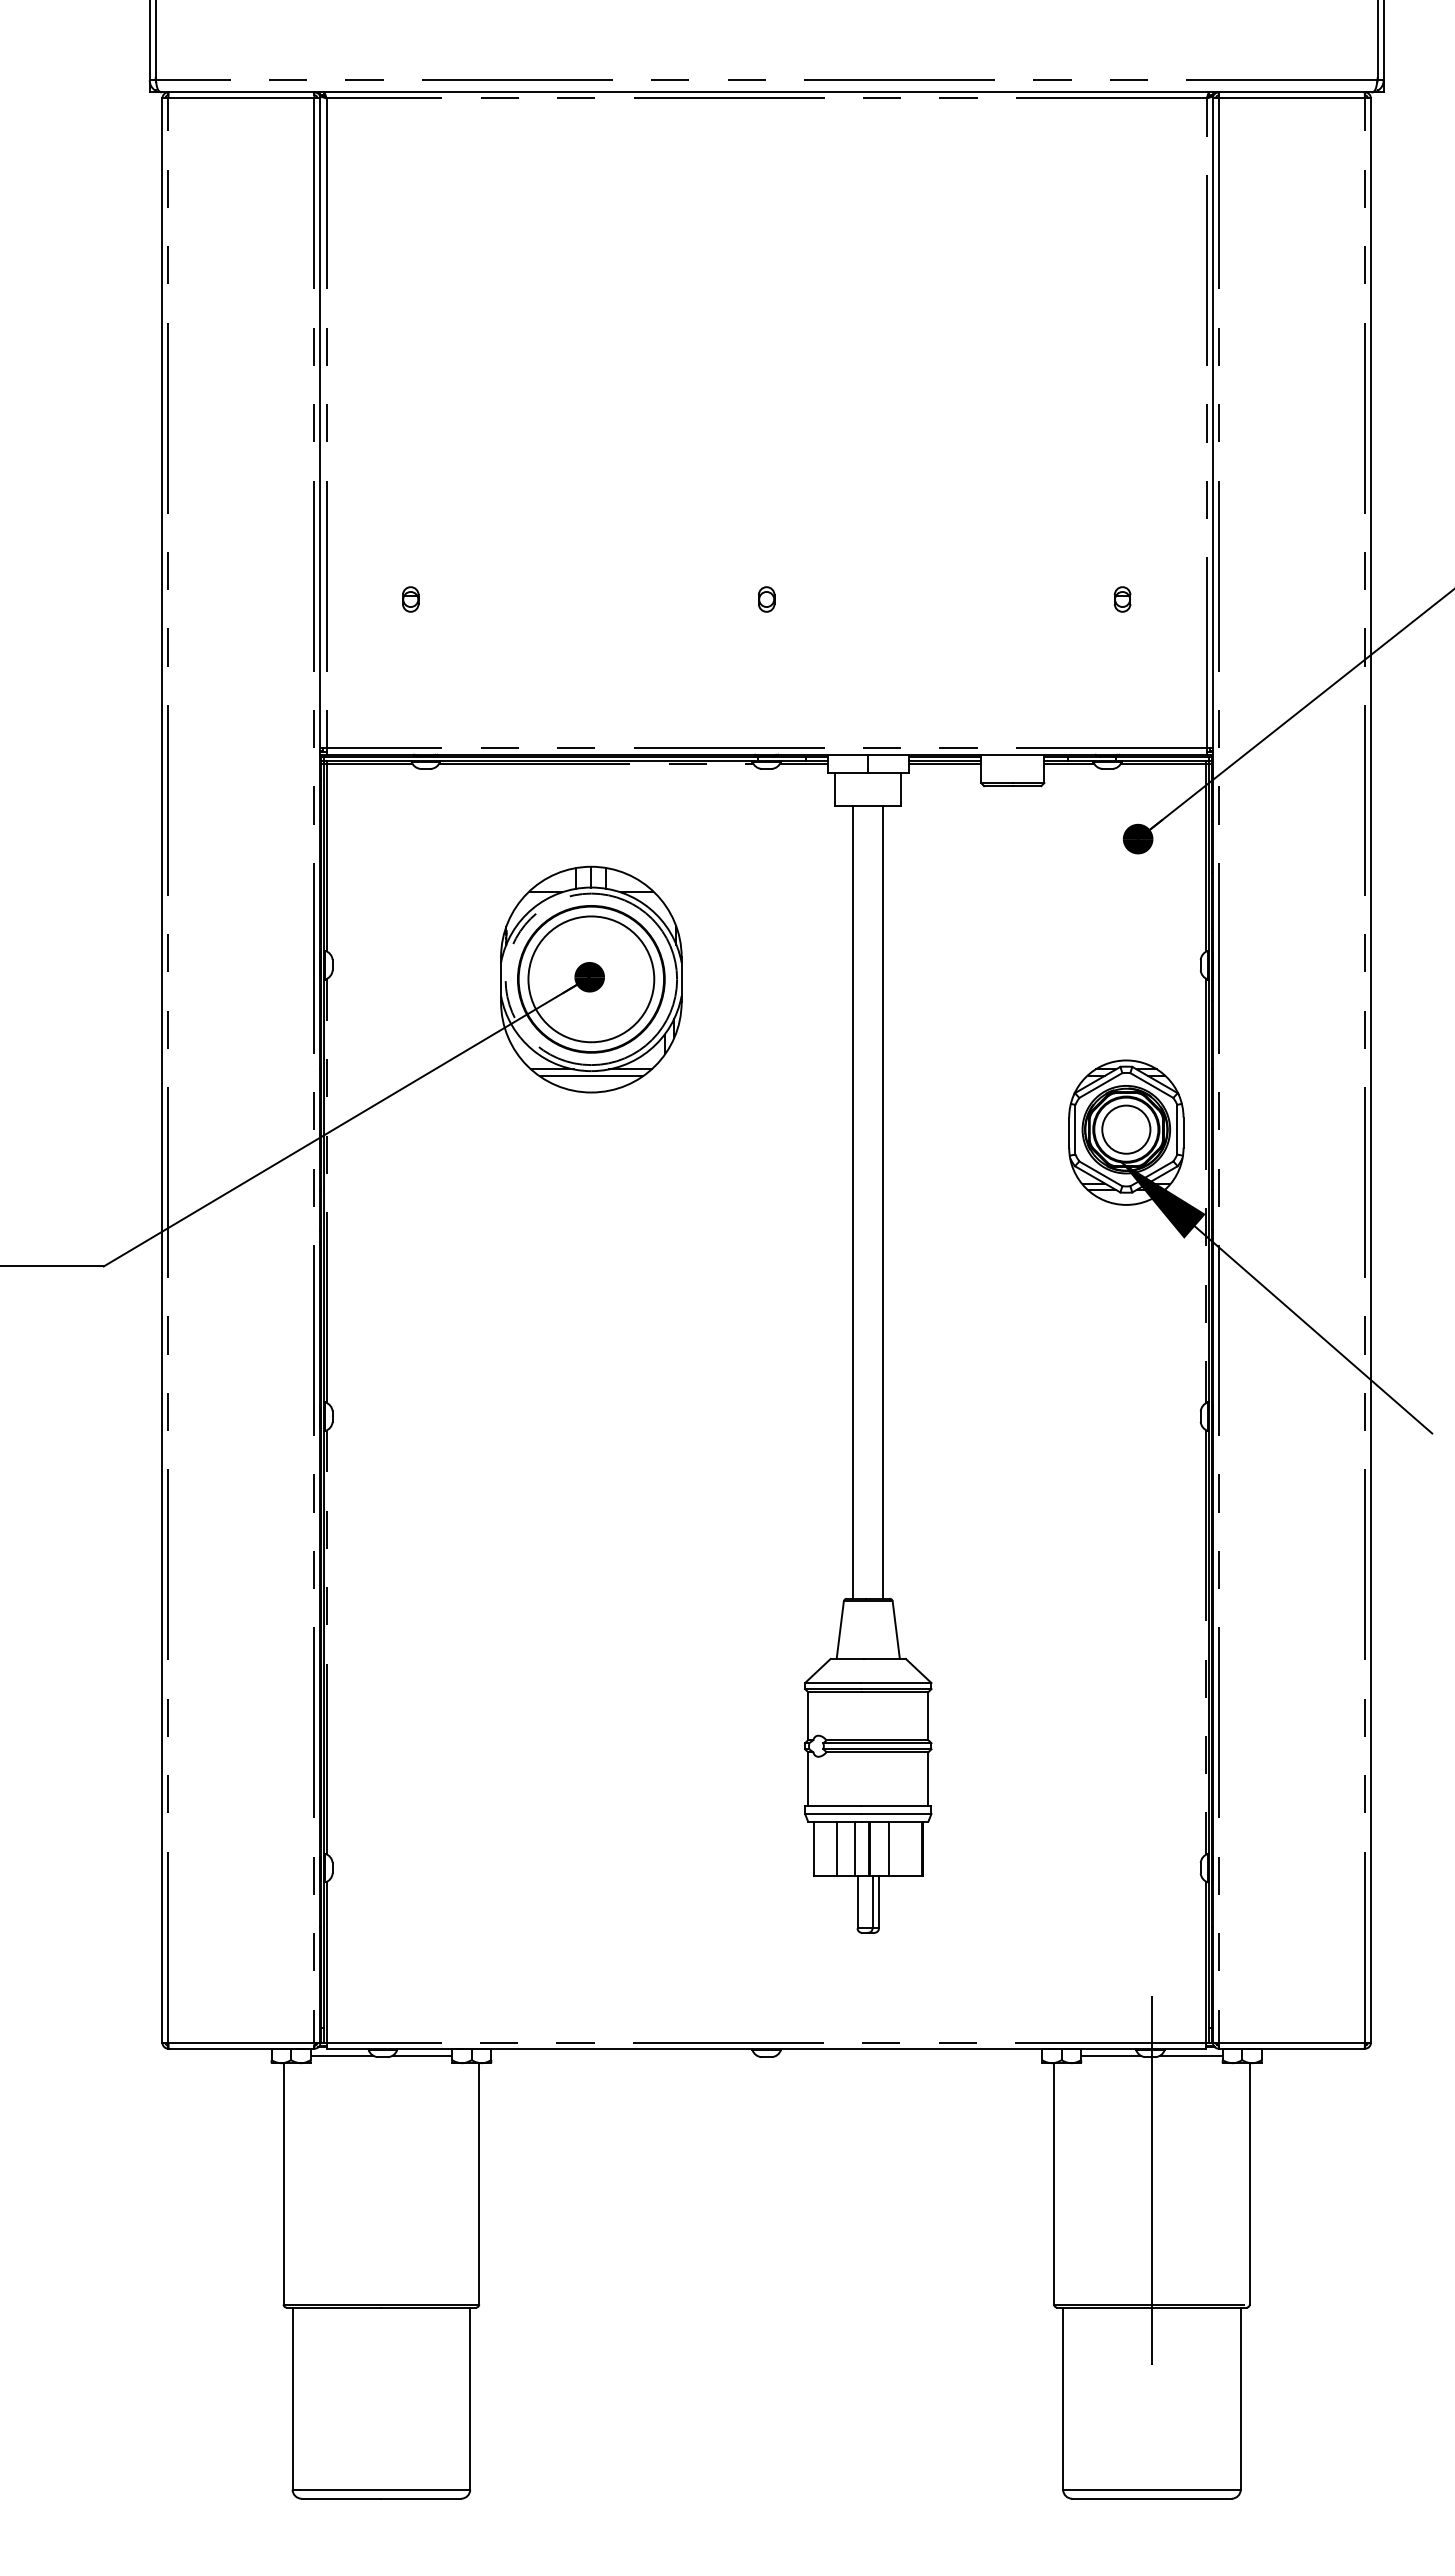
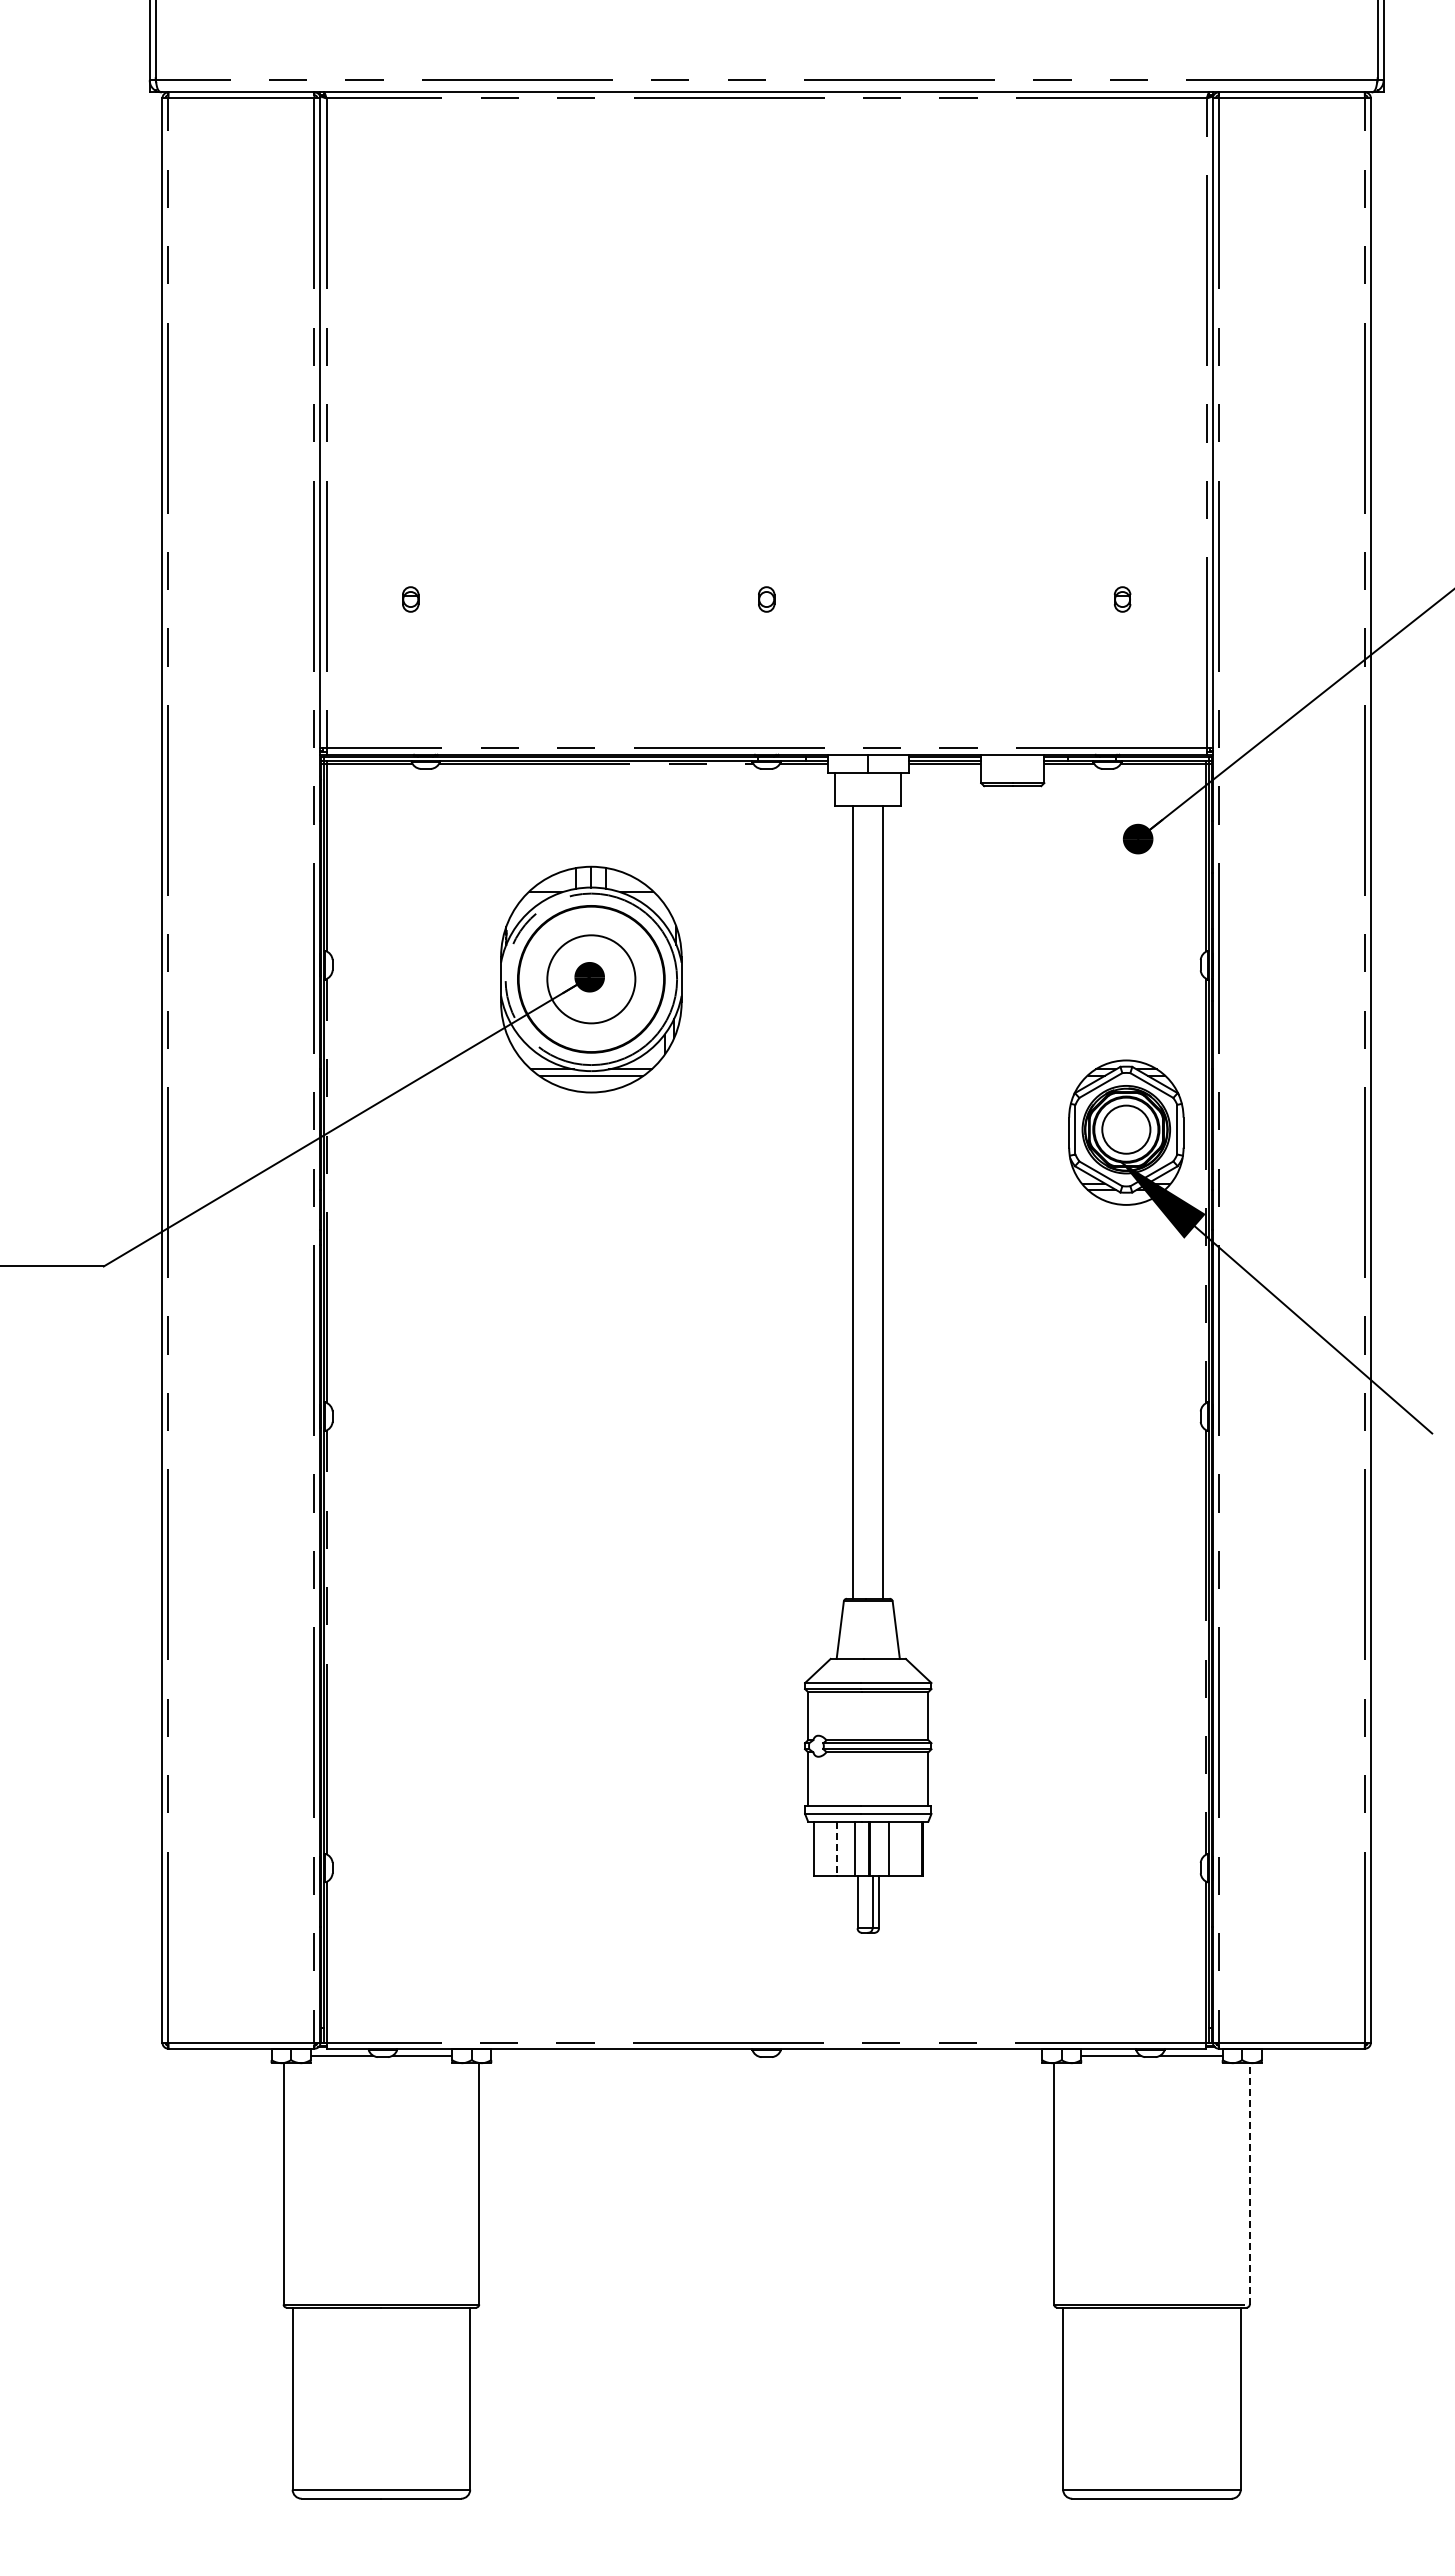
circle at (591, 979) diameter: 126 px -> 88 px
line at (836, 1849): solid -> dashed
line at (1151, 2180): present -> none
line at (1249, 2183): solid -> dashed
